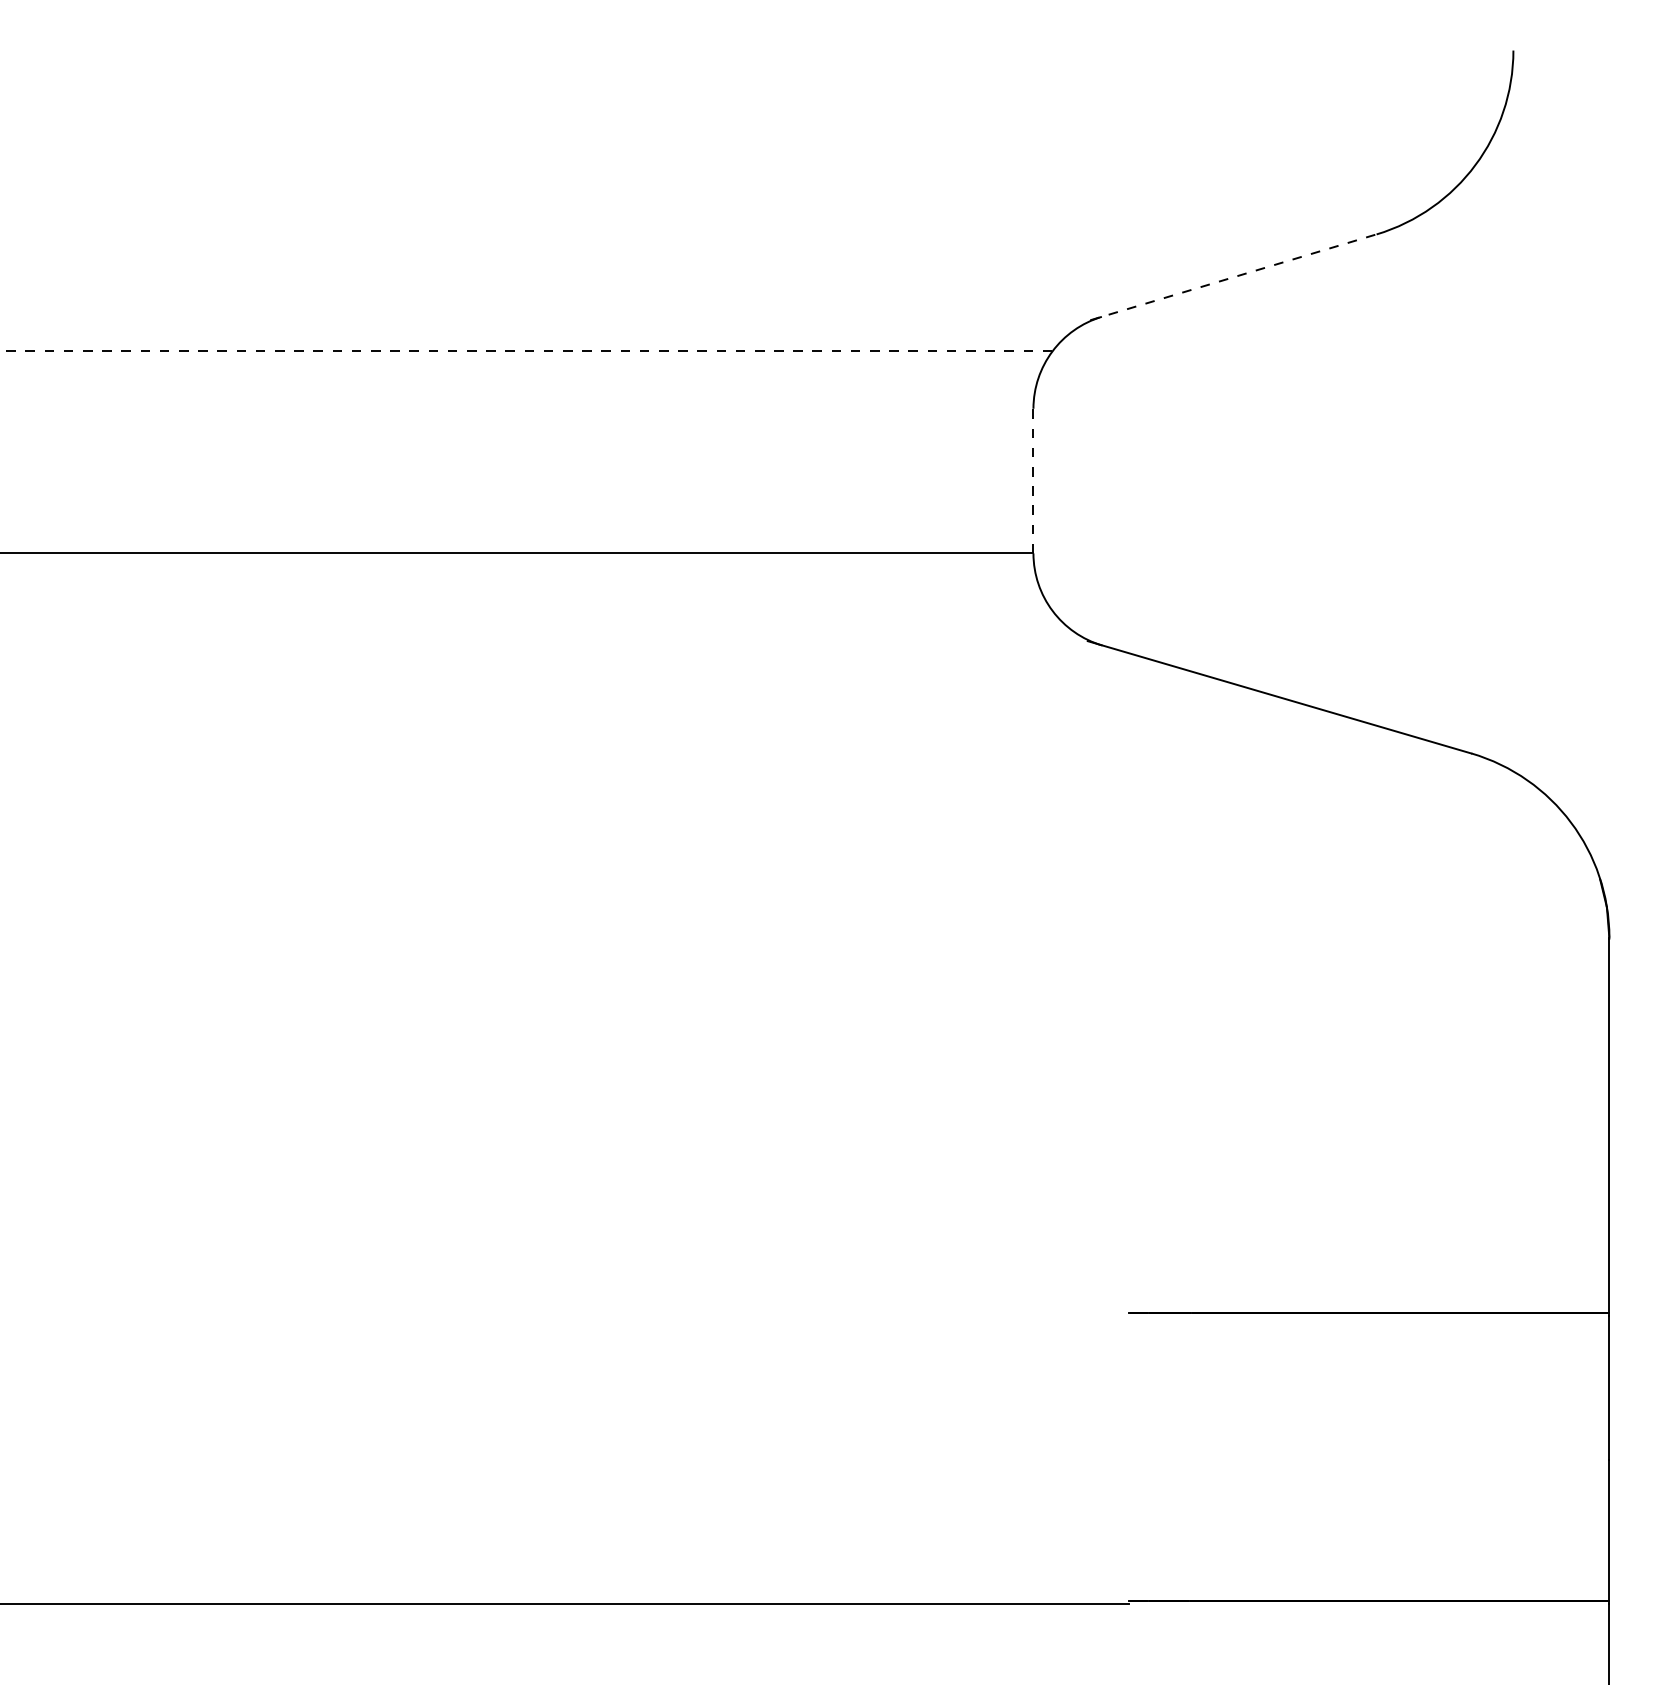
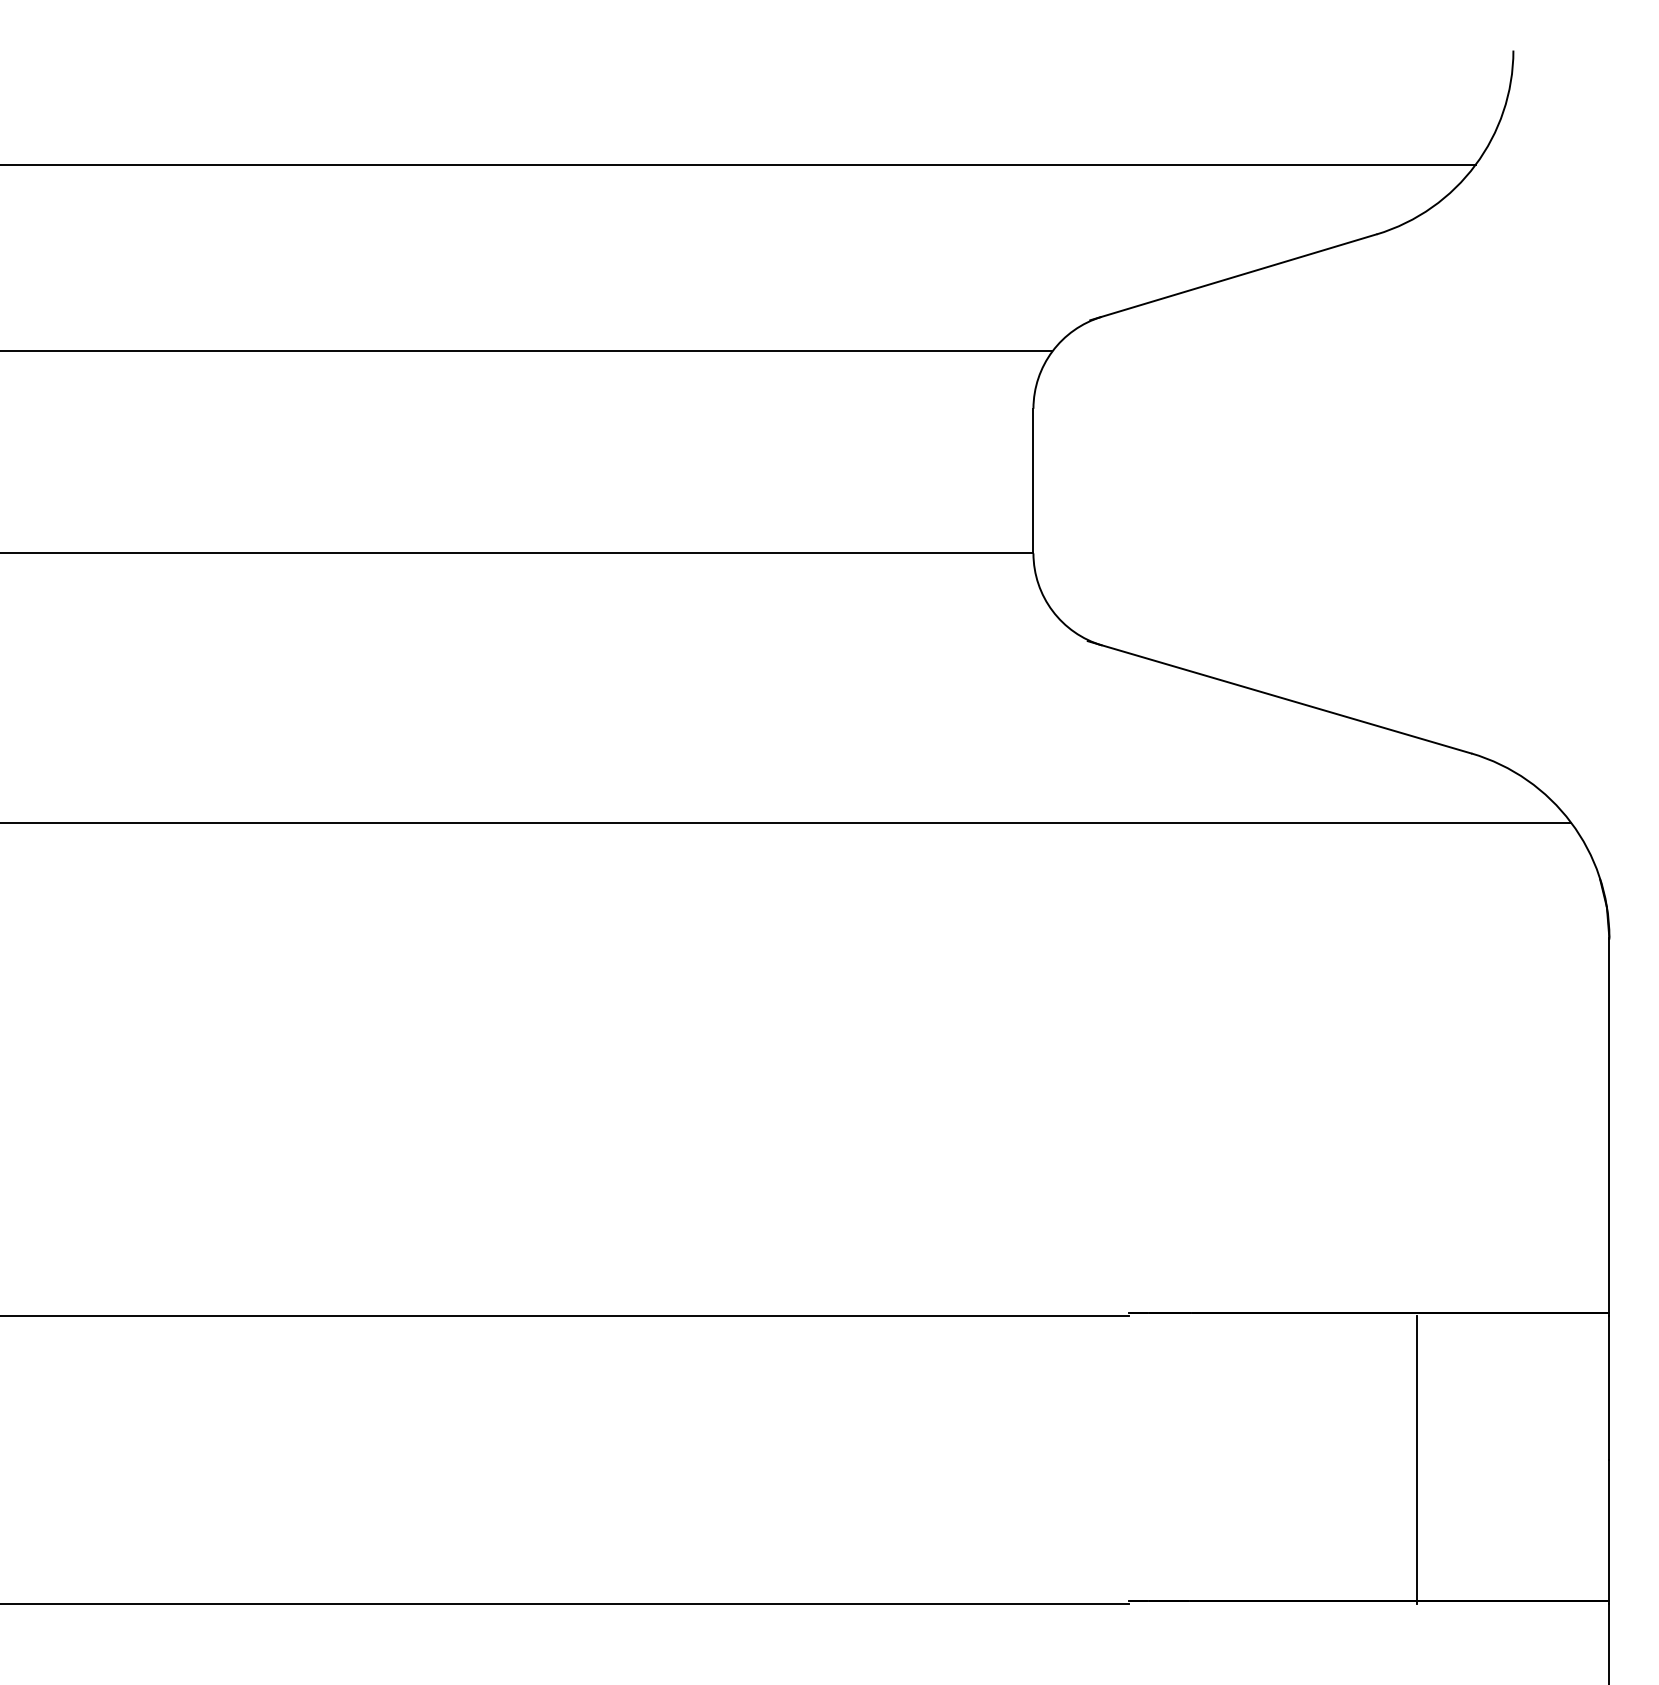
line at (738, 165): none -> present
line at (1233, 277): dashed -> solid
line at (526, 351): dashed -> solid
line at (1033, 480): dashed -> solid
line at (786, 822): none -> present
line at (565, 1316): none -> present
line at (1417, 1460): none -> present
